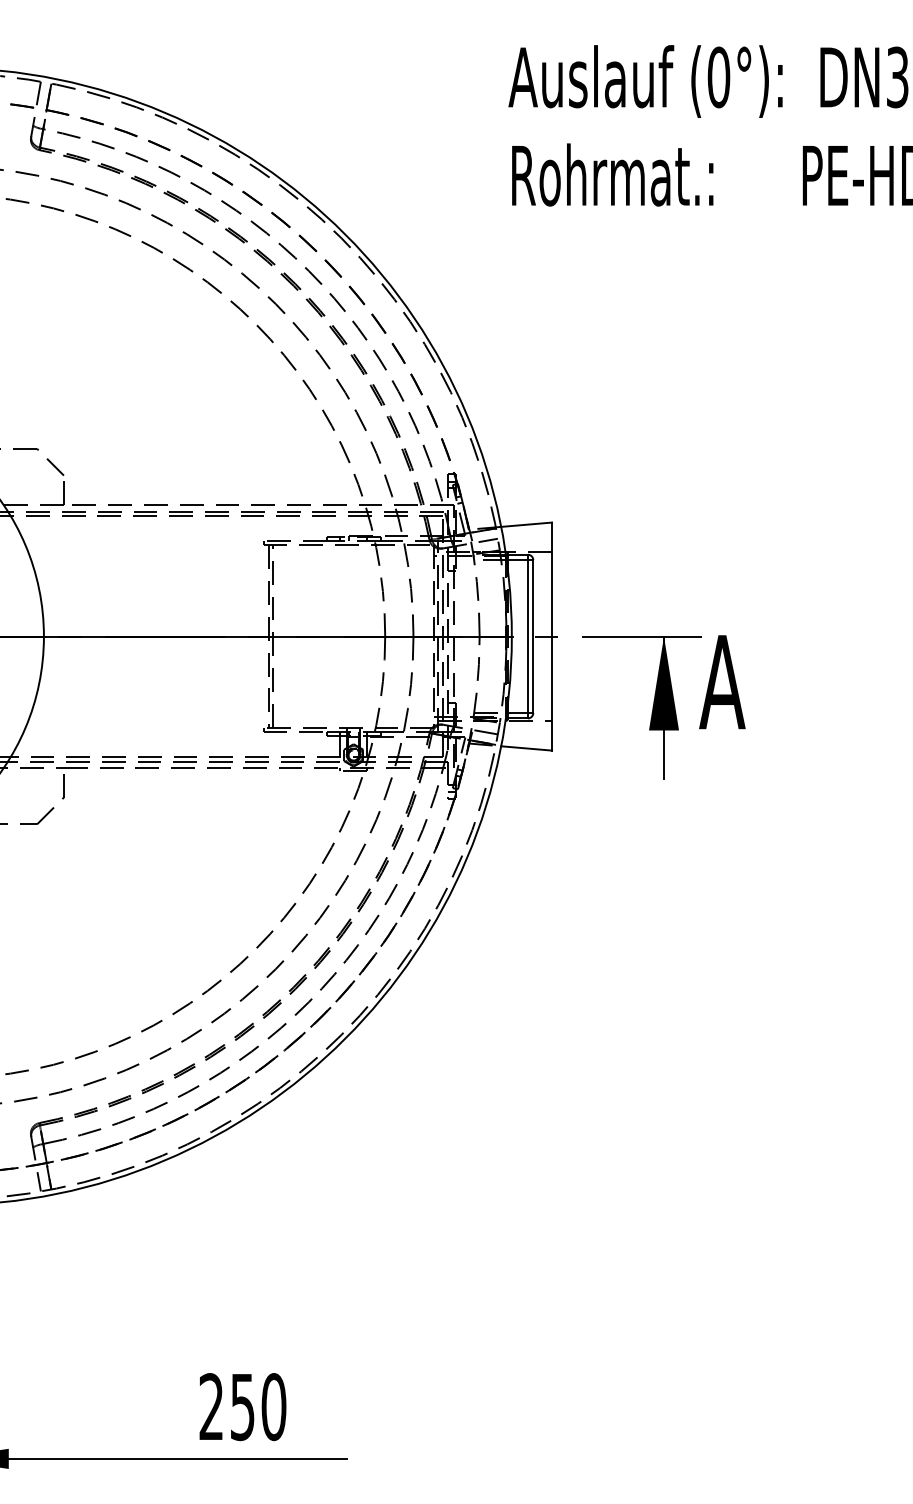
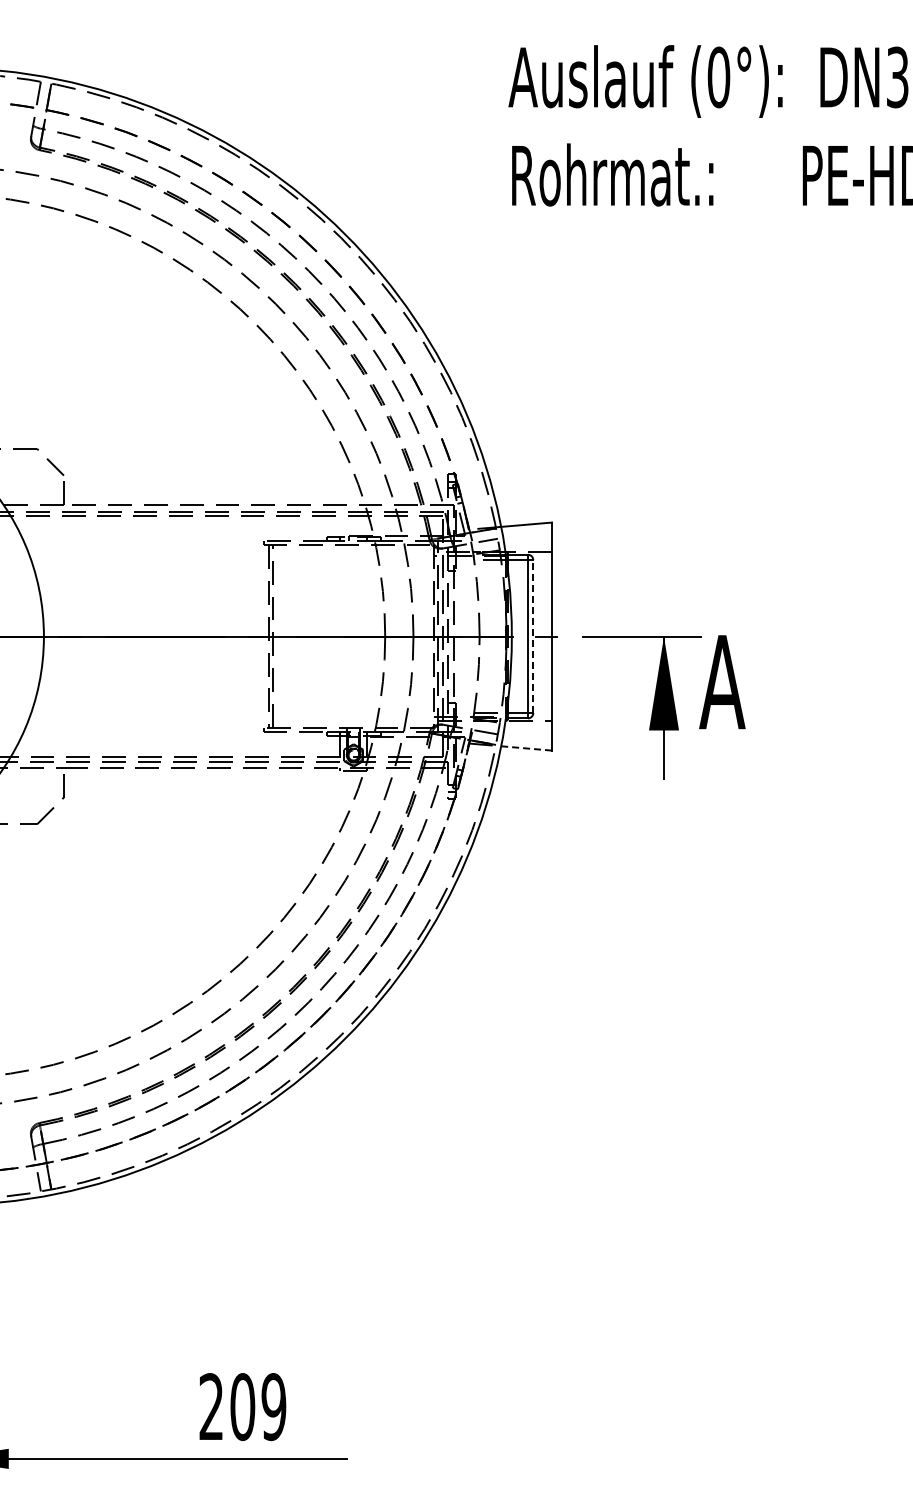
line at (533, 636): solid -> dashed
line at (526, 748): solid -> dashed
text at (258, 1407): 250 -> 209
